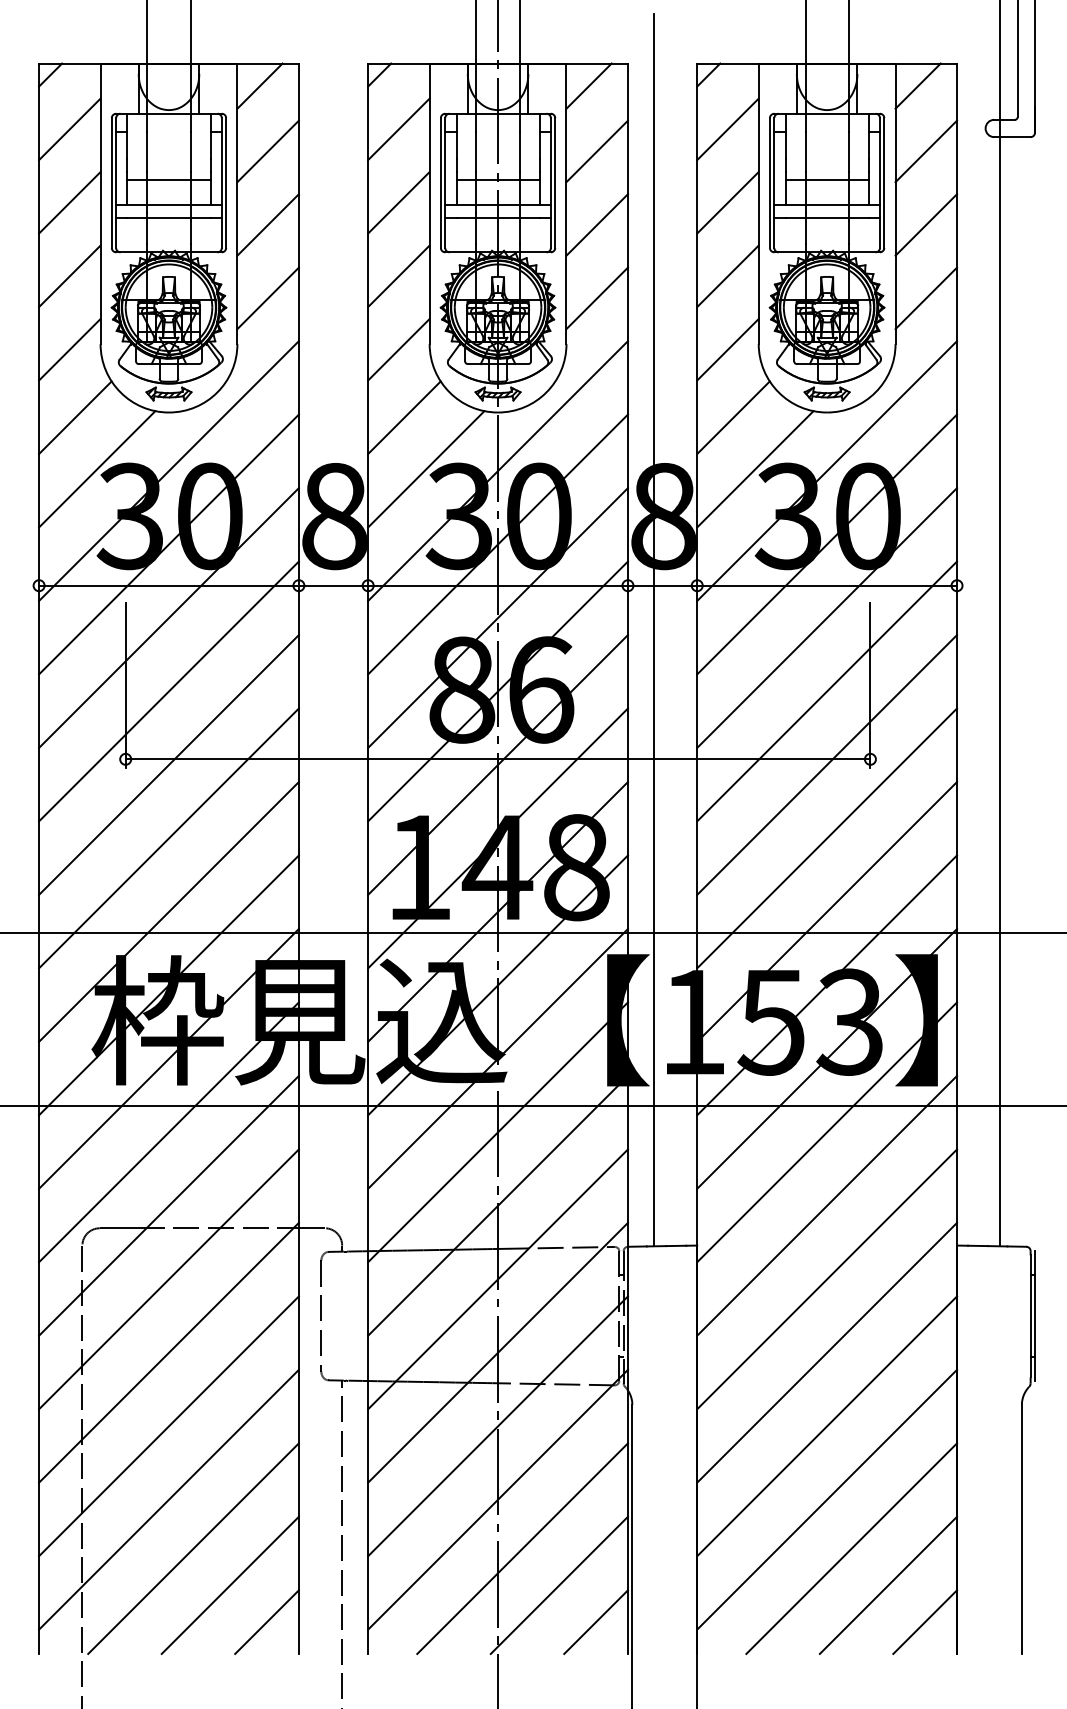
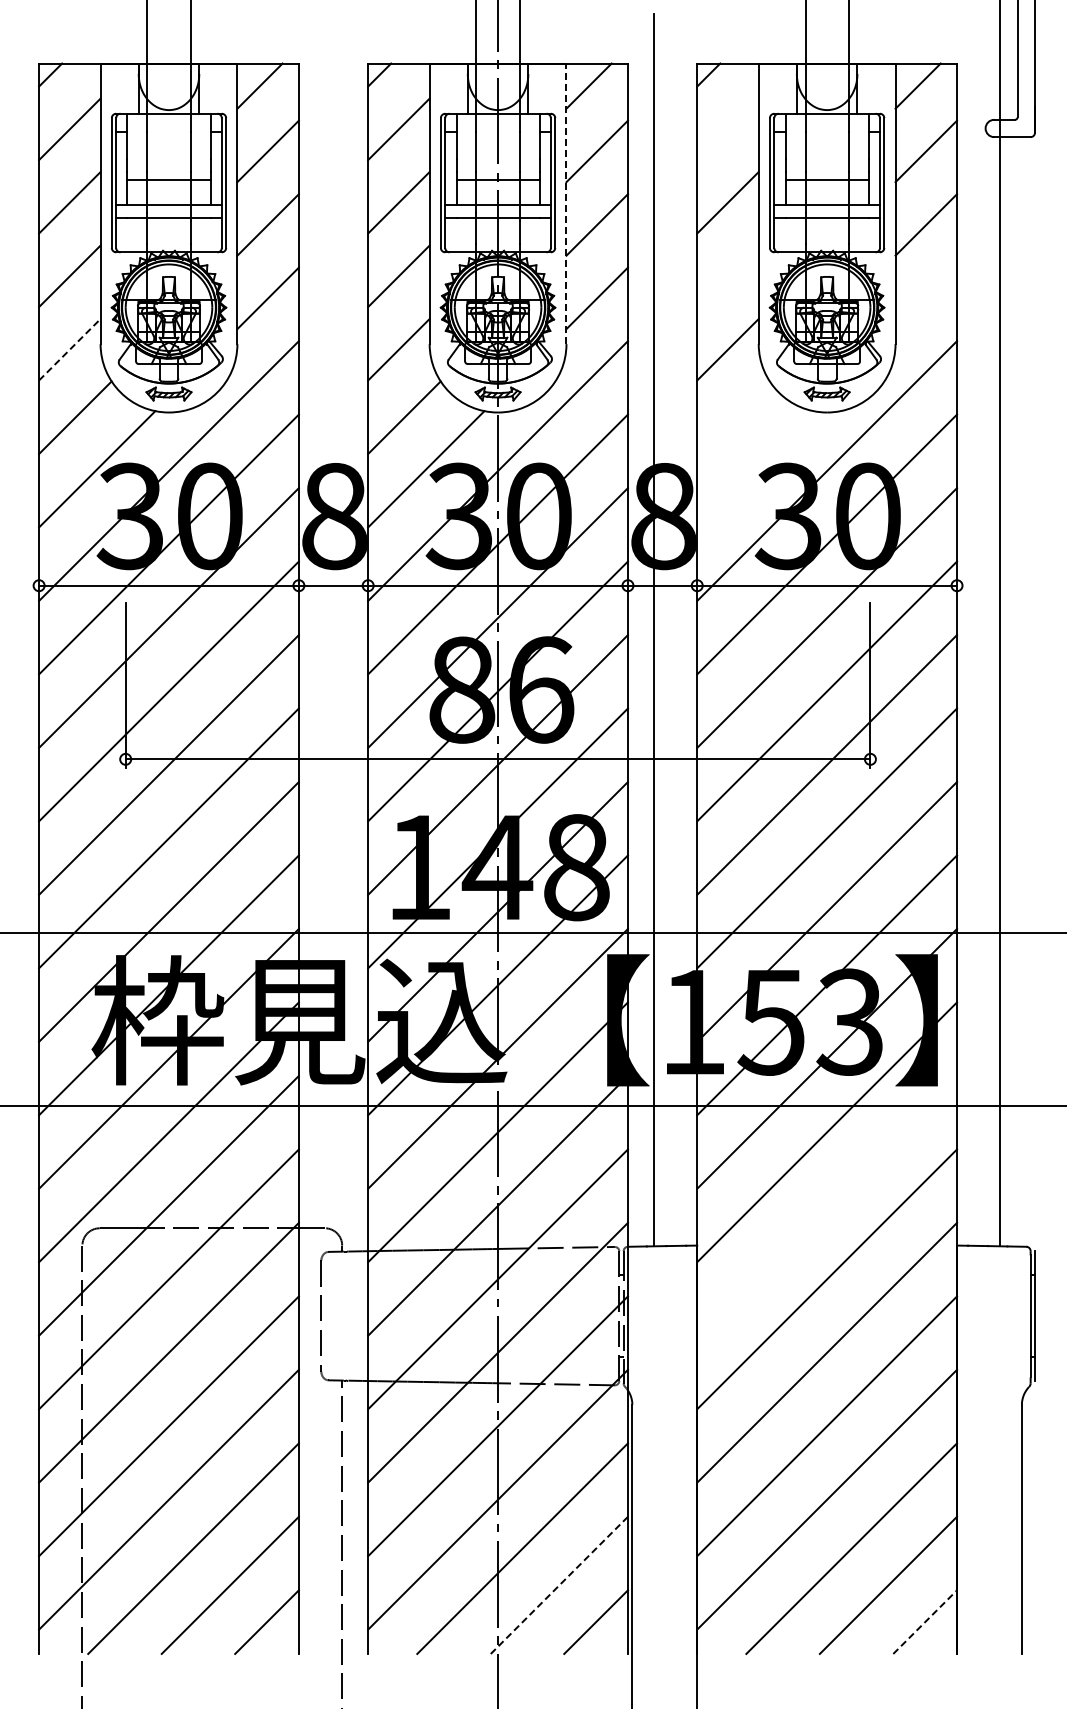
line at (727, 129): present -> none
line at (566, 203): solid -> dashed
line at (727, 276): present -> none
line at (926, 298): present -> none
line at (70, 349): solid -> dashed
line at (733, 417): present -> none
line at (755, 469): present -> none
line at (827, 1205): present -> none
line at (559, 1585): solid -> dashed
line at (925, 1621): solid -> dashed
